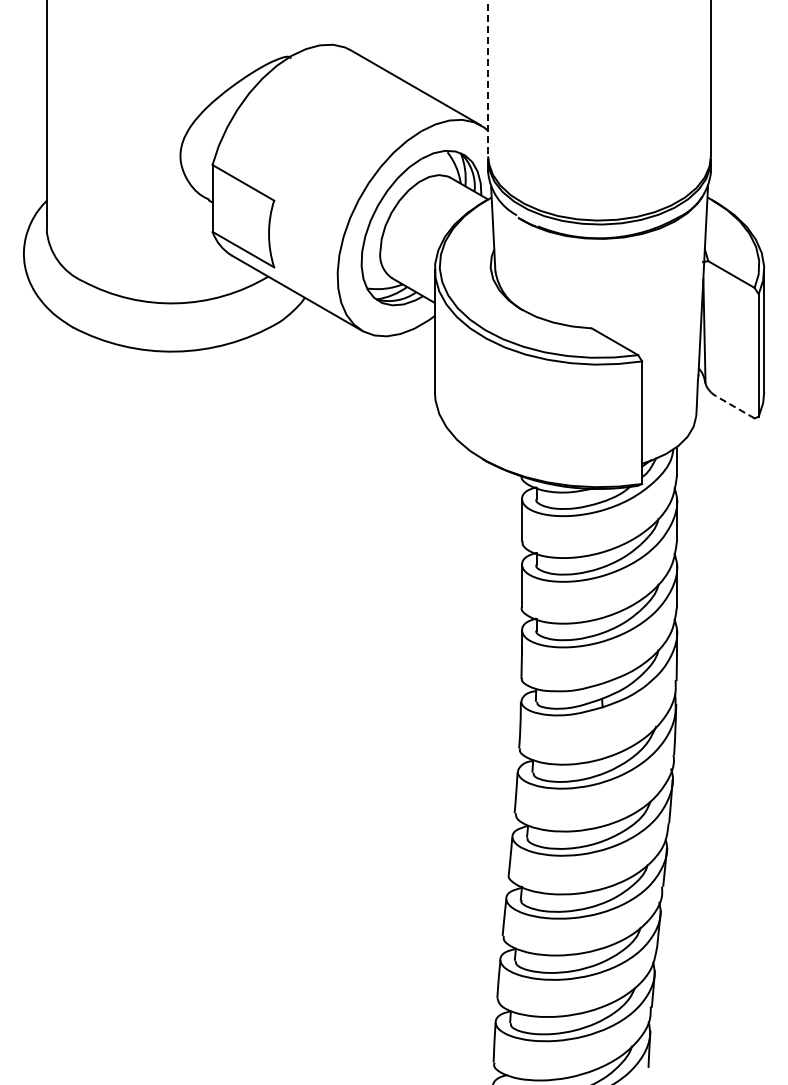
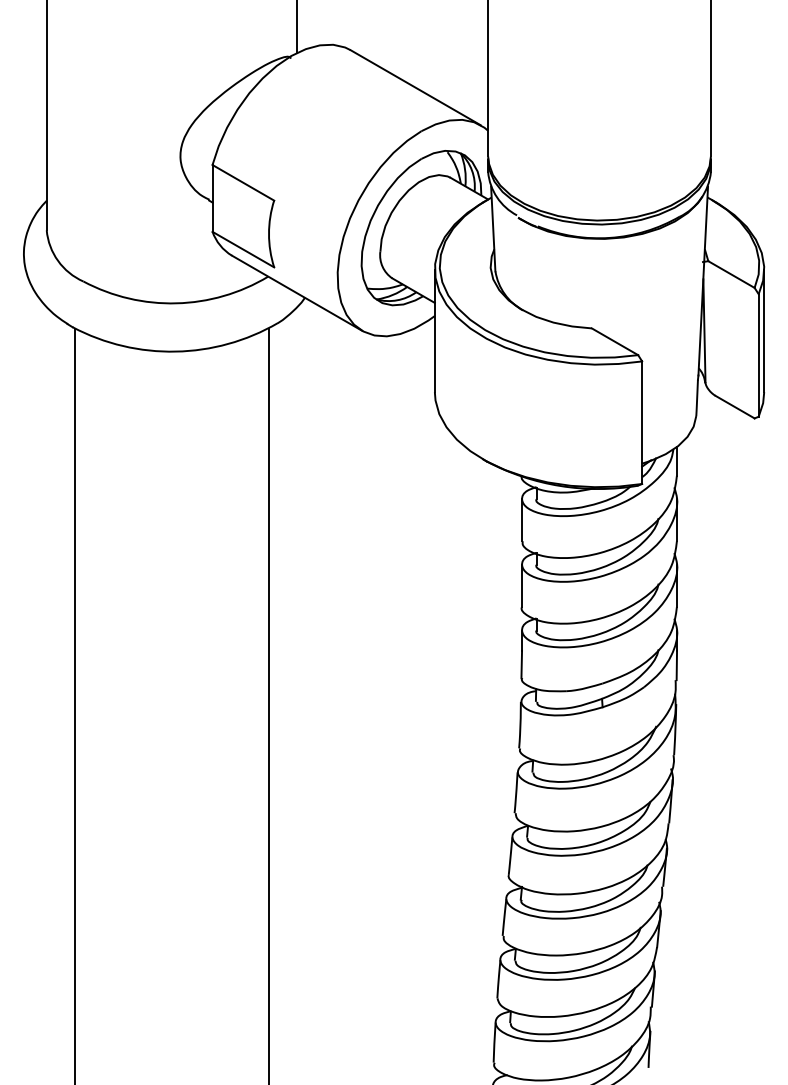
line at (297, 27): none -> present
line at (488, 78): dashed -> solid
line at (734, 406): dashed -> solid
line at (75, 704): none -> present
line at (268, 704): none -> present
